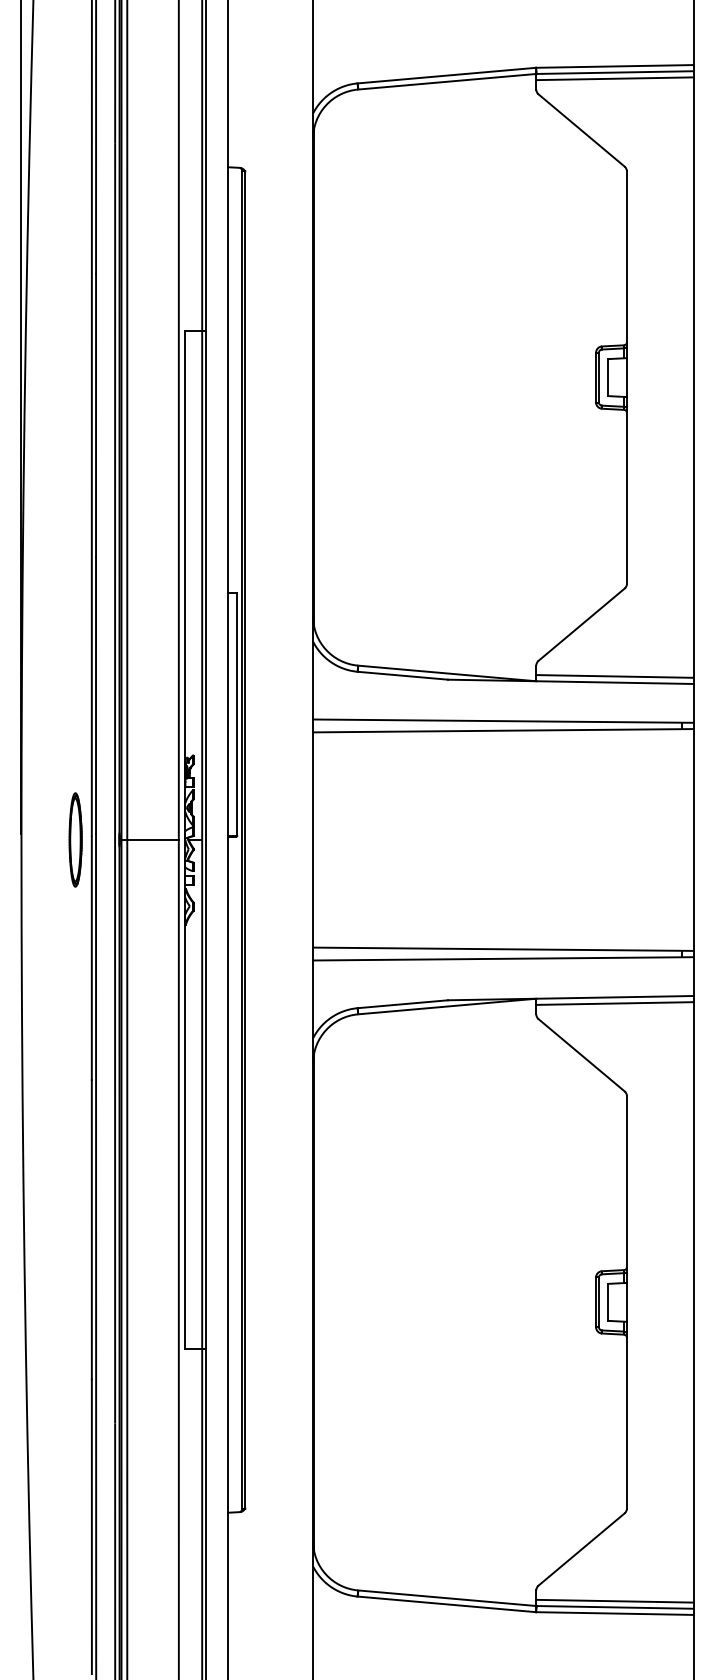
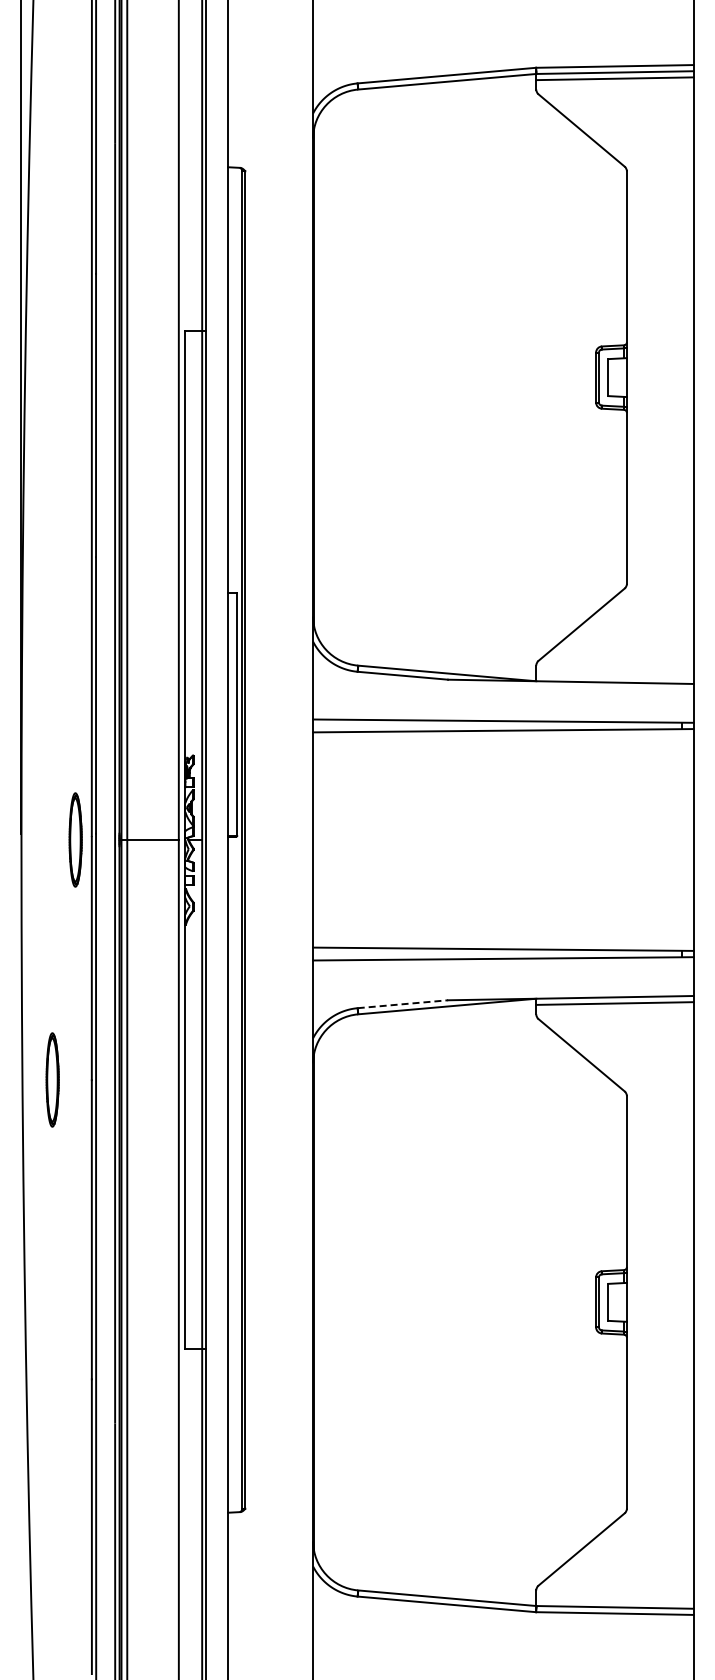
line at (614, 676): present -> none
line at (403, 1004): solid -> dashed
part at (52, 1079): none -> present
line at (614, 1600): present -> none
